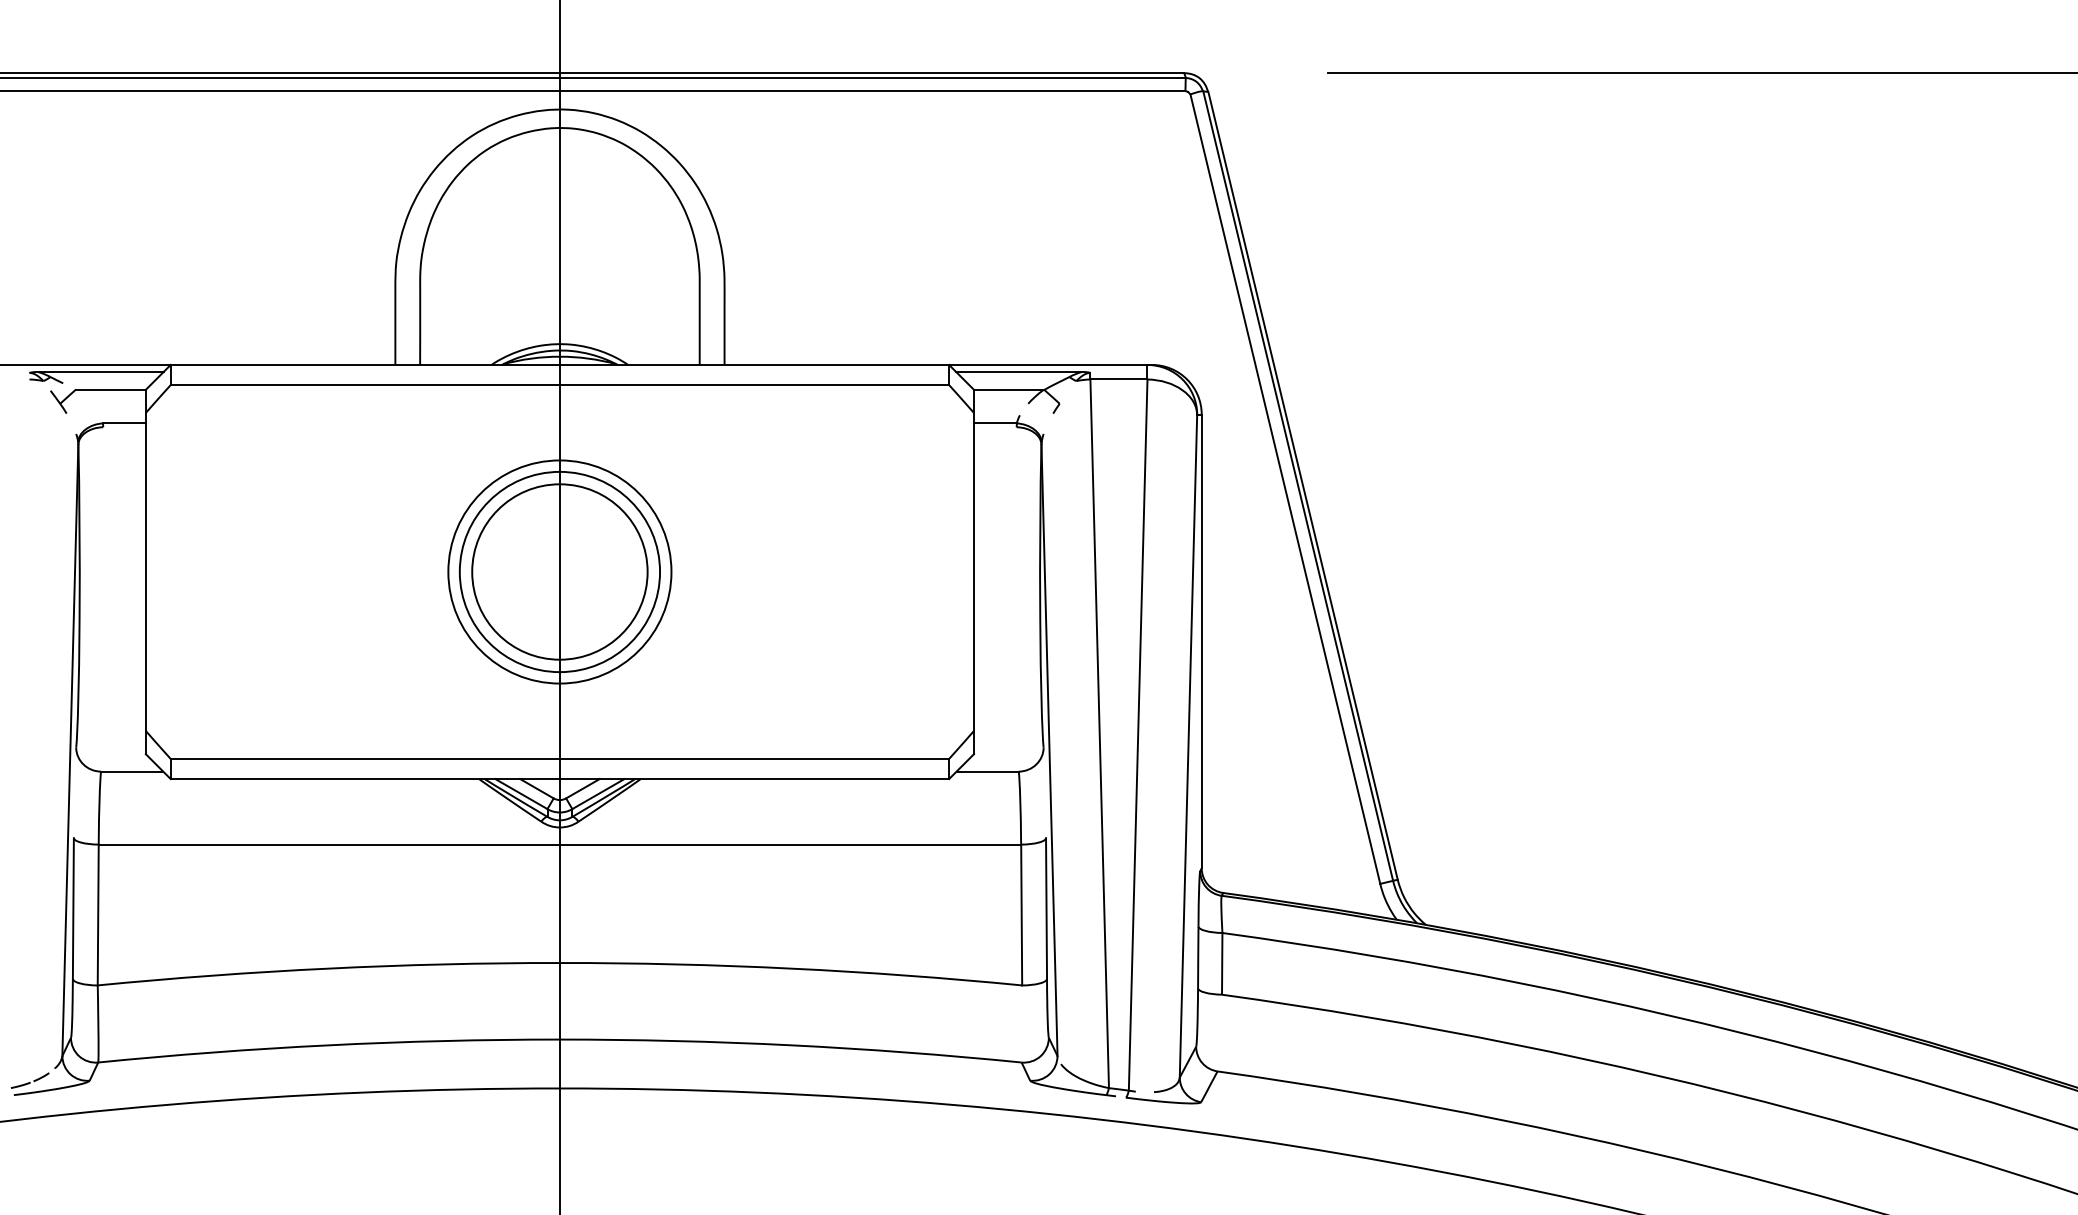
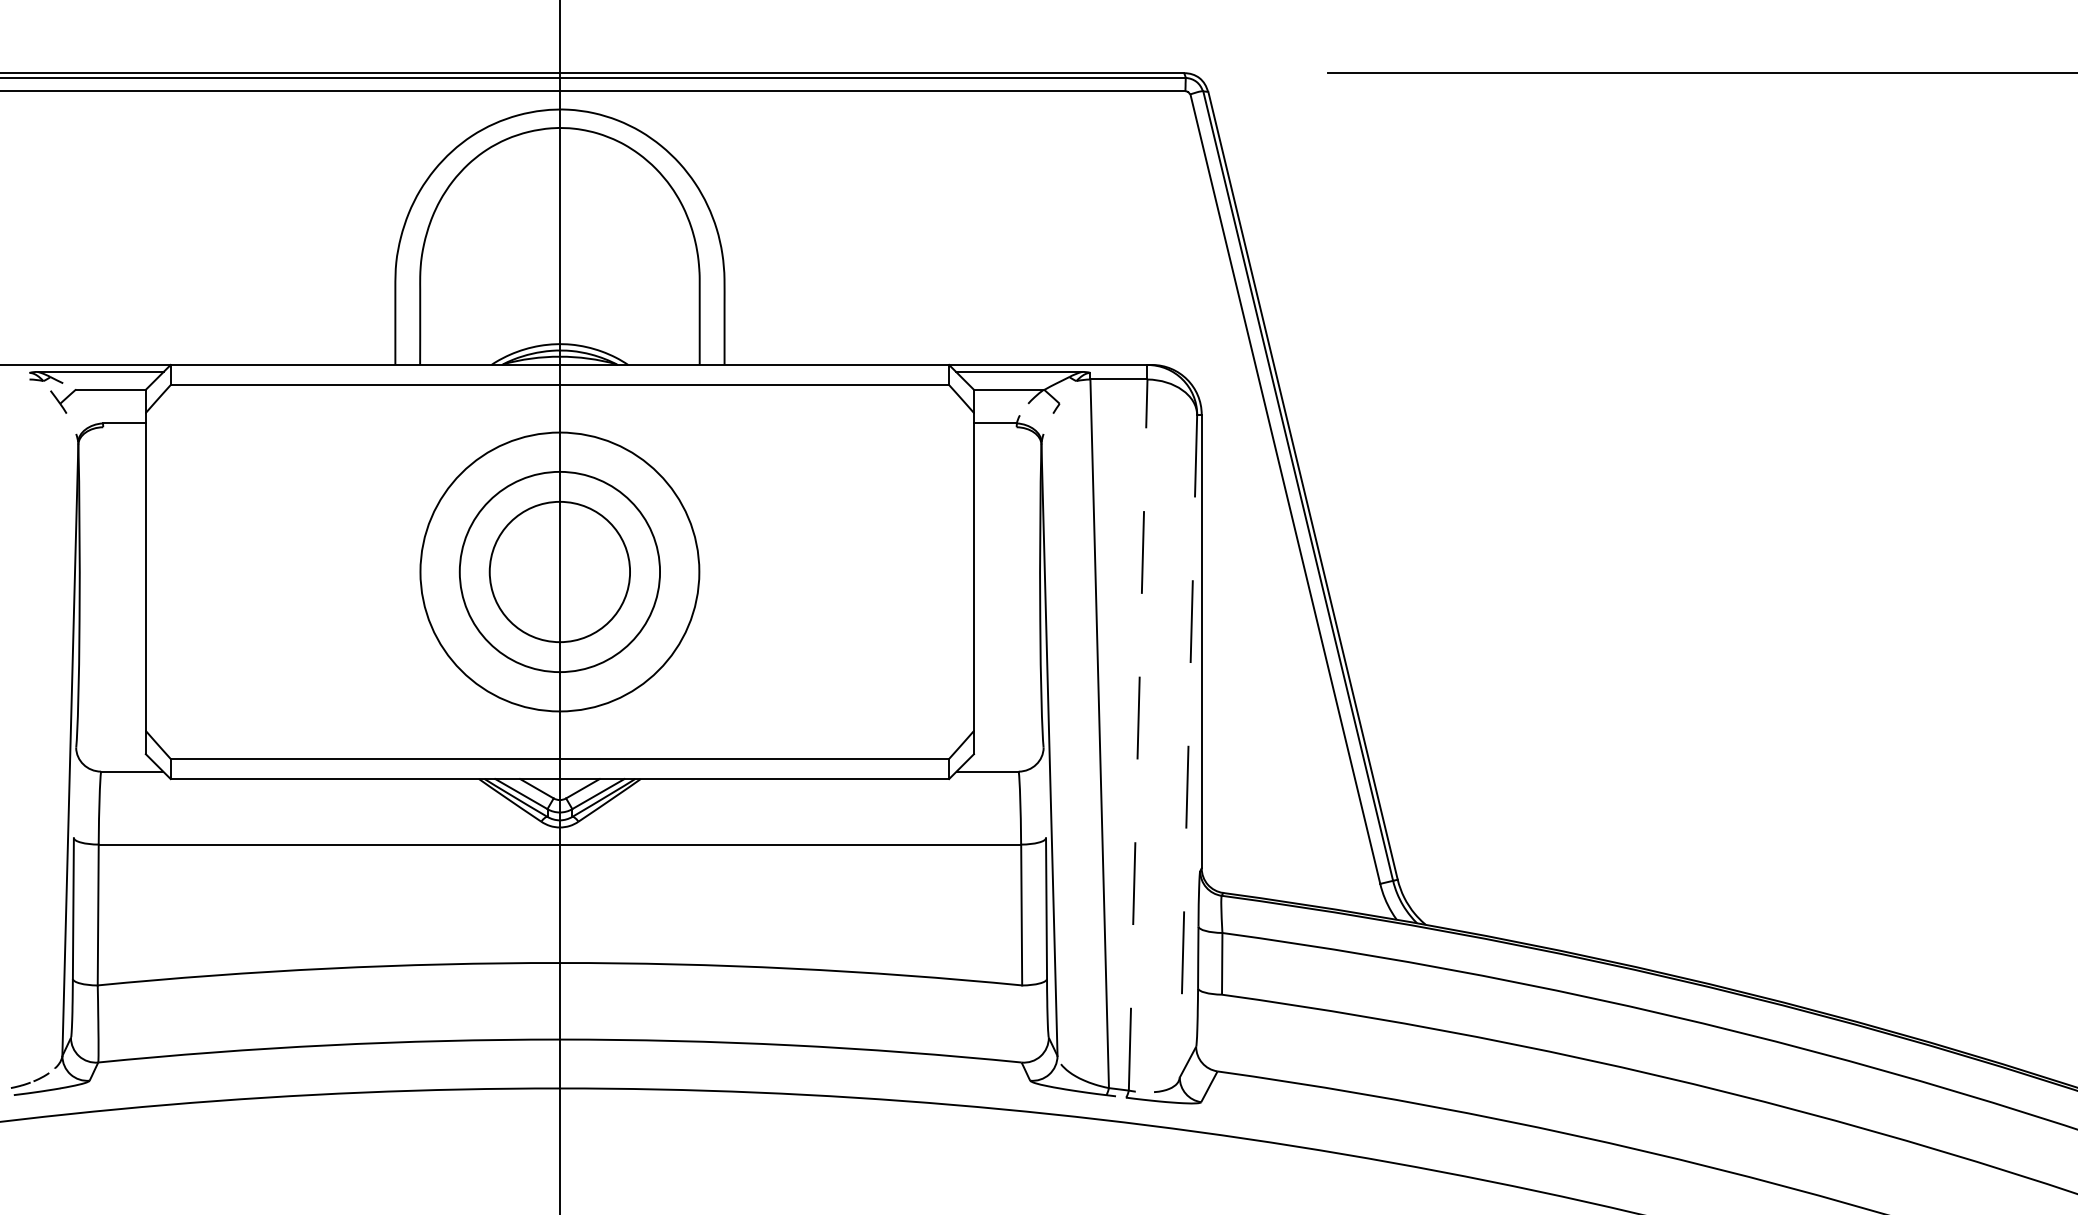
circle at (559, 571) diameter: 175 px -> 140 px
circle at (559, 571) diameter: 223 px -> 279 px
line at (1138, 735): solid -> dashed
line at (1188, 746): solid -> dashed
